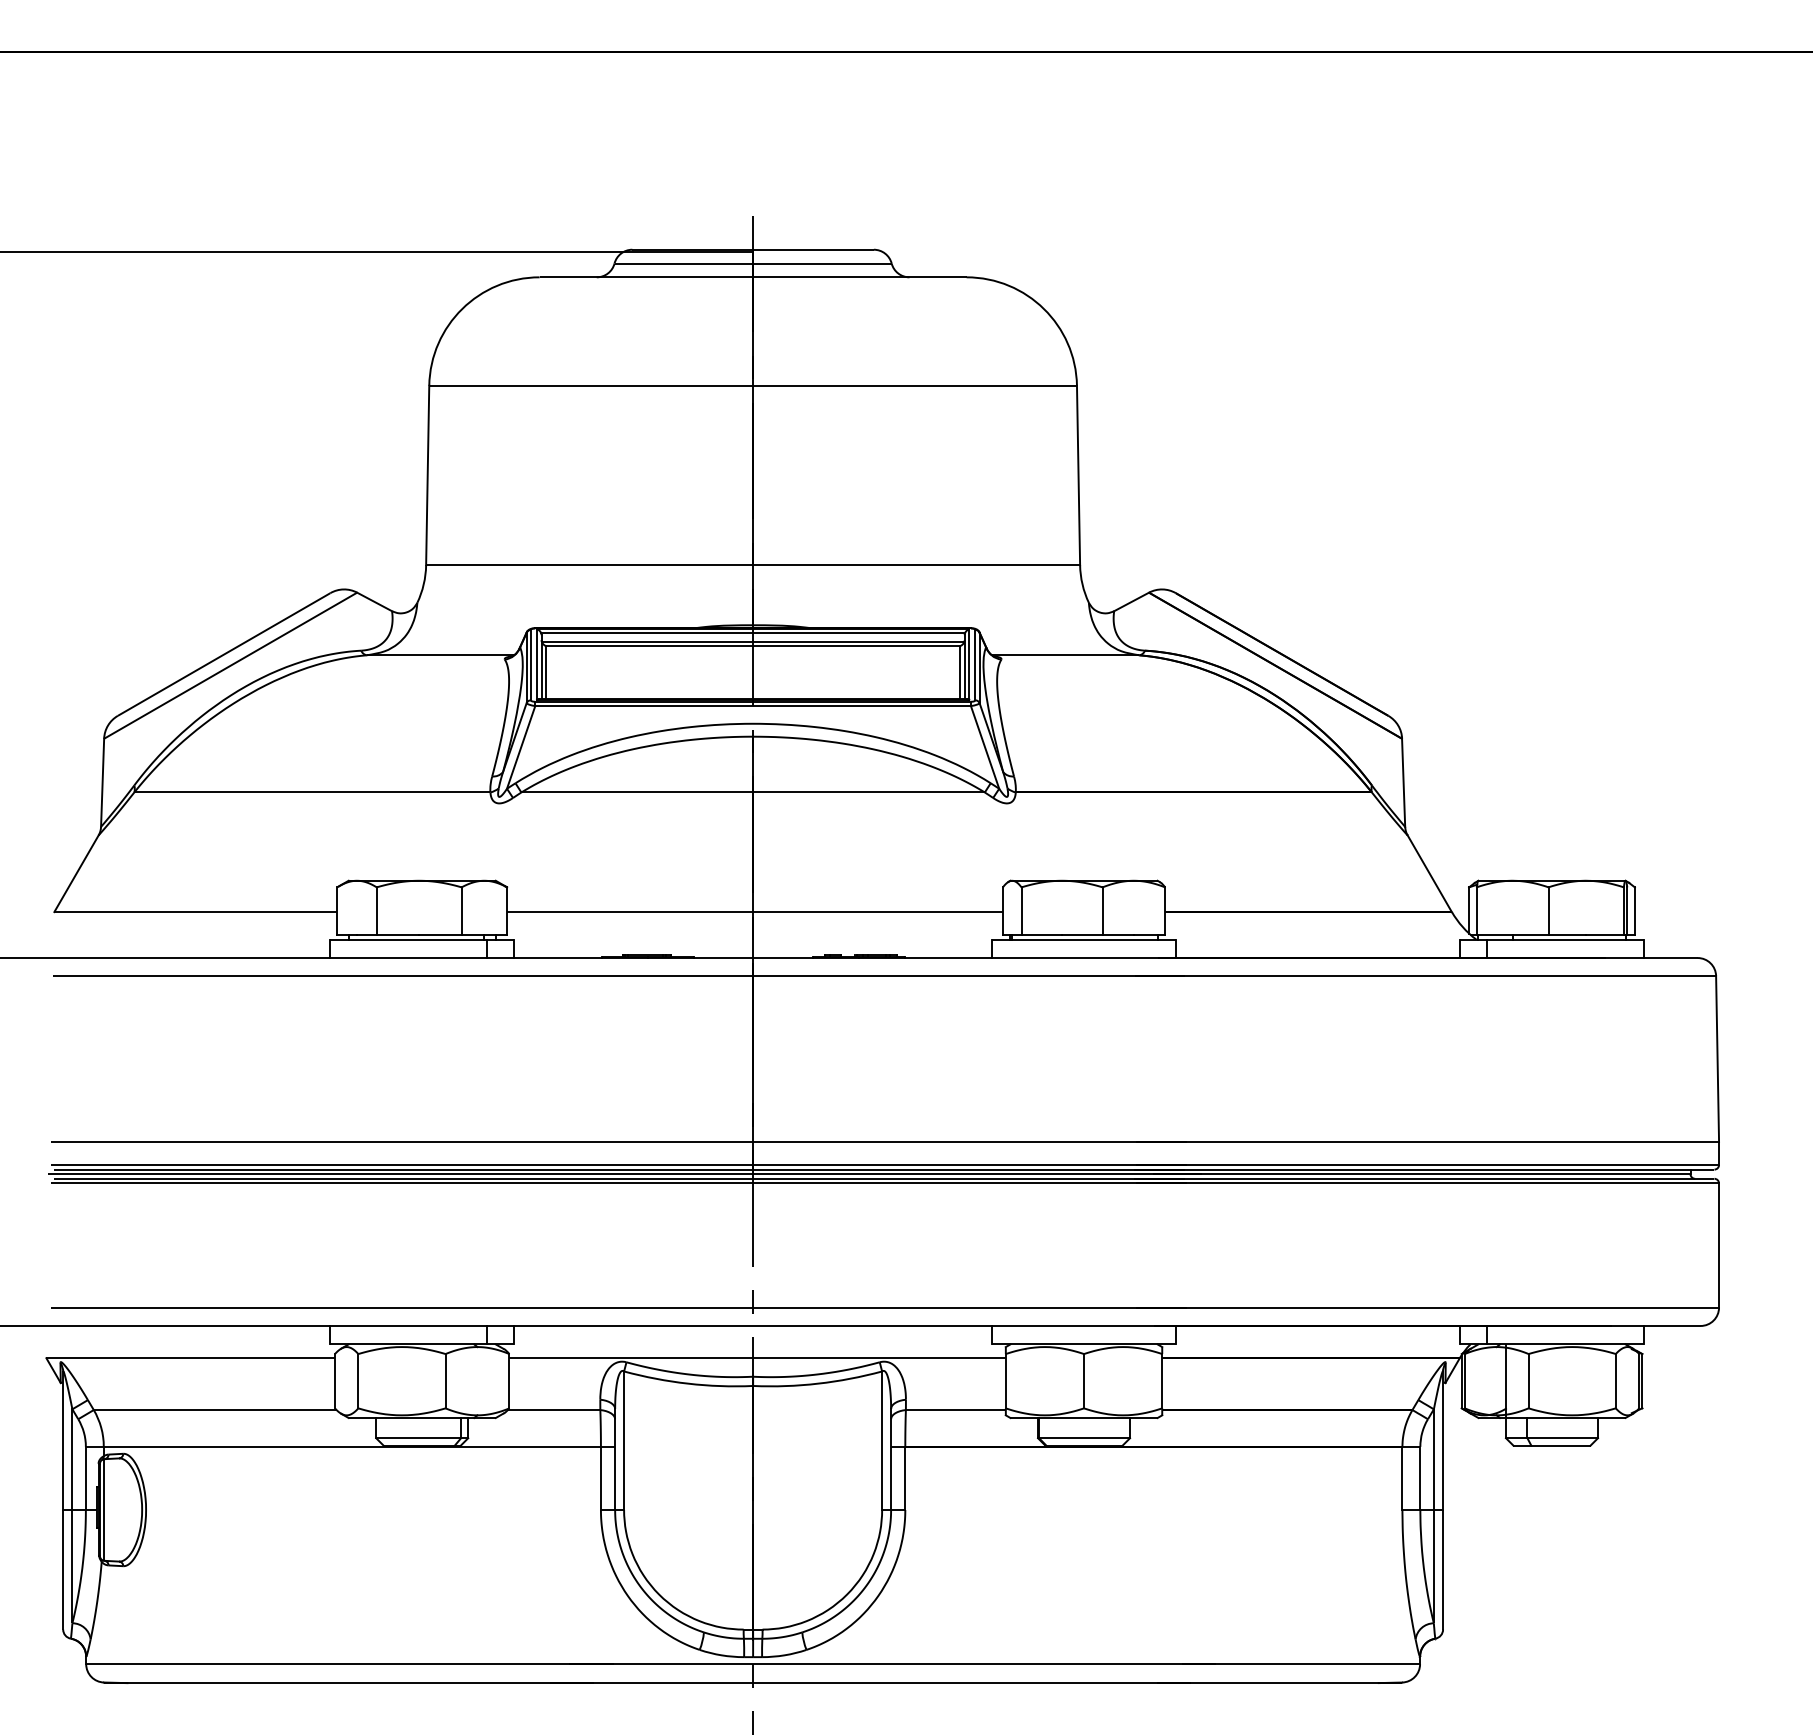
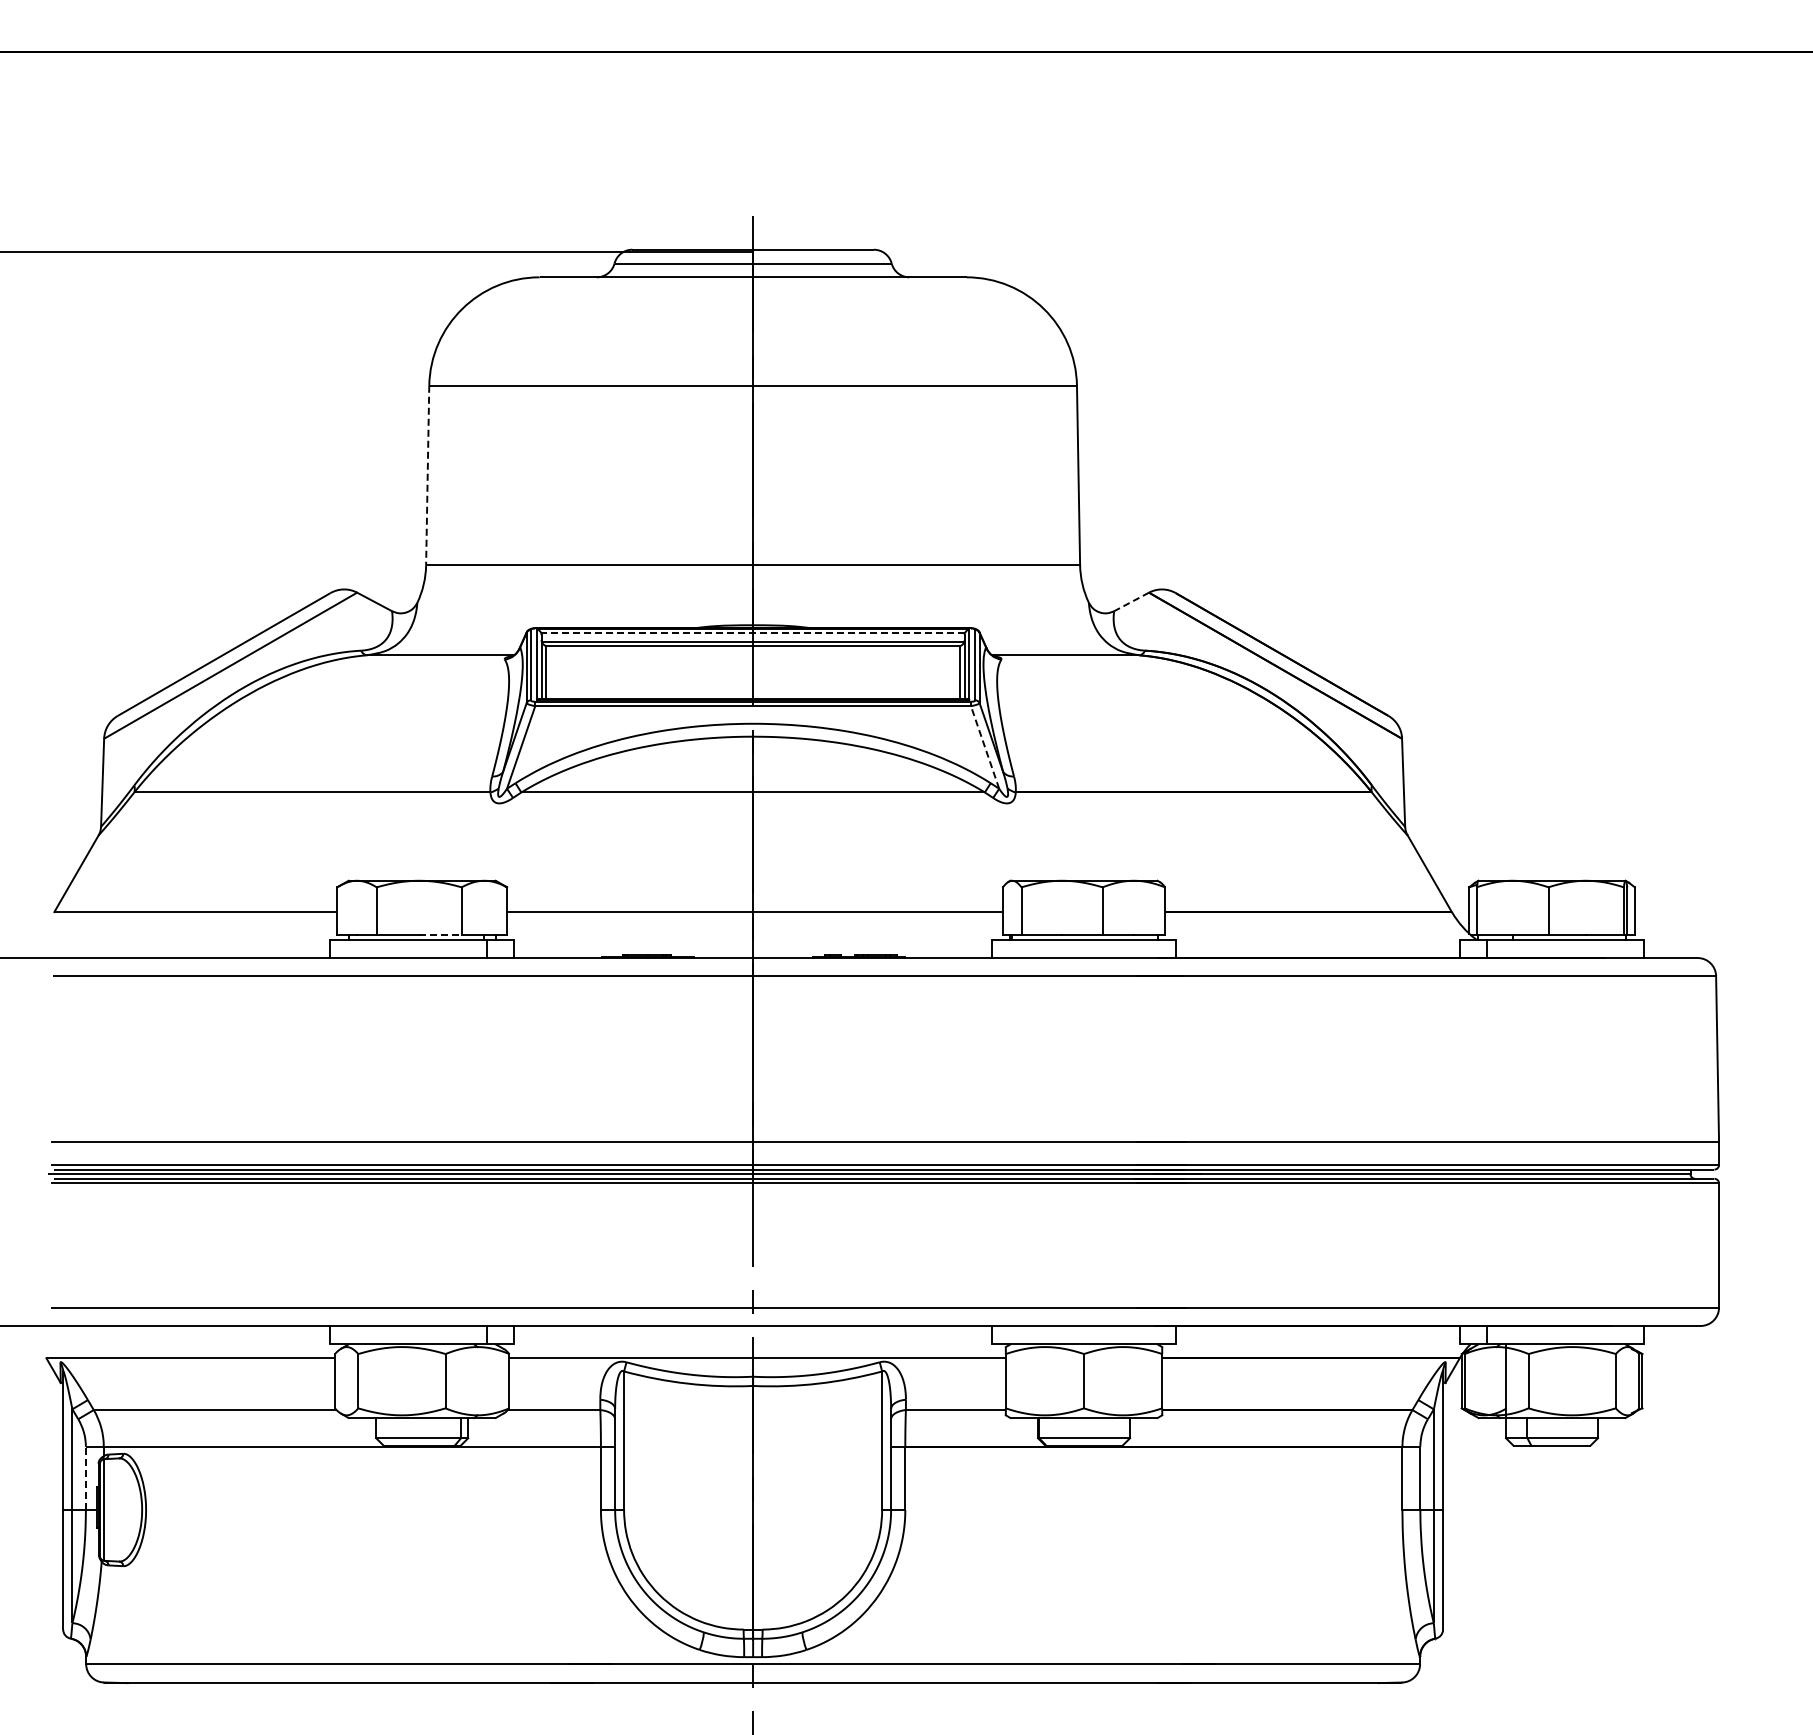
line at (427, 475): solid -> dashed
line at (1131, 601): solid -> dashed
line at (753, 633): solid -> dashed
line at (985, 747): solid -> dashed
line at (440, 935): solid -> dashed
line at (85, 1478): solid -> dashed
